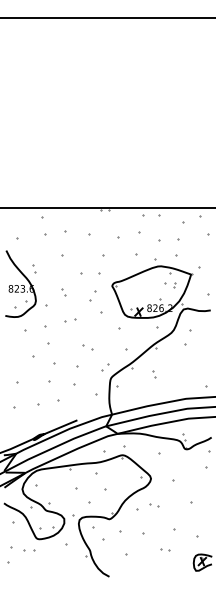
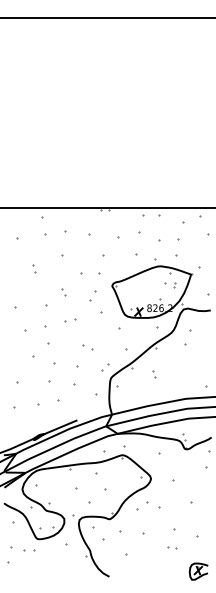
part at (20, 283): present -> none
part at (154, 505) size: 11x5 px -> 15x8 px
part at (165, 549) position: (165, 549) -> (172, 547)
part at (202, 562) position: (202, 562) -> (198, 571)
